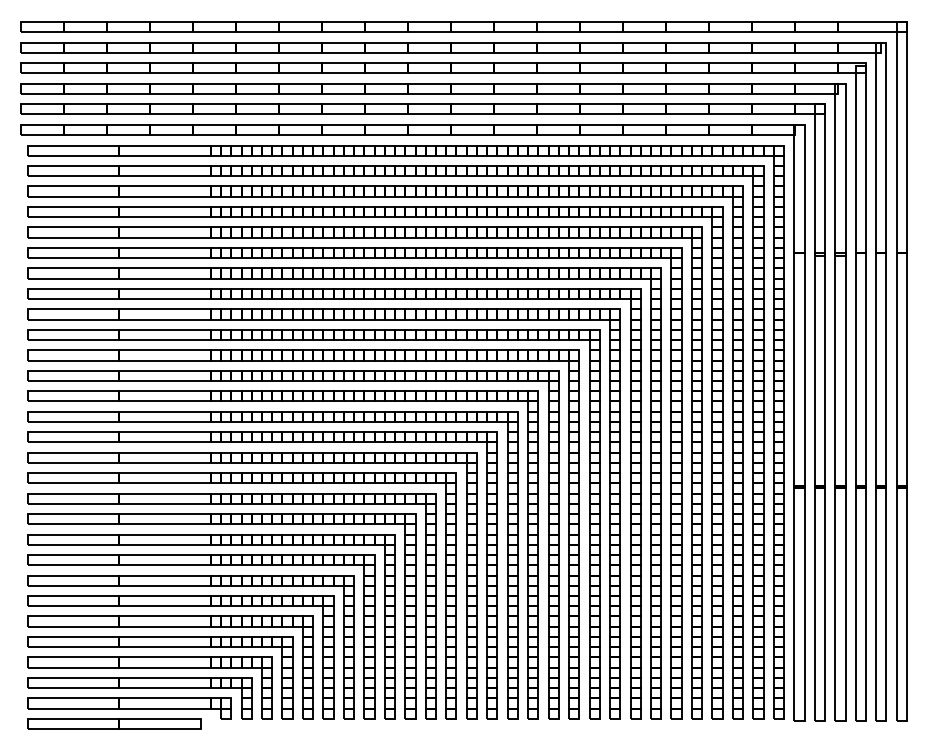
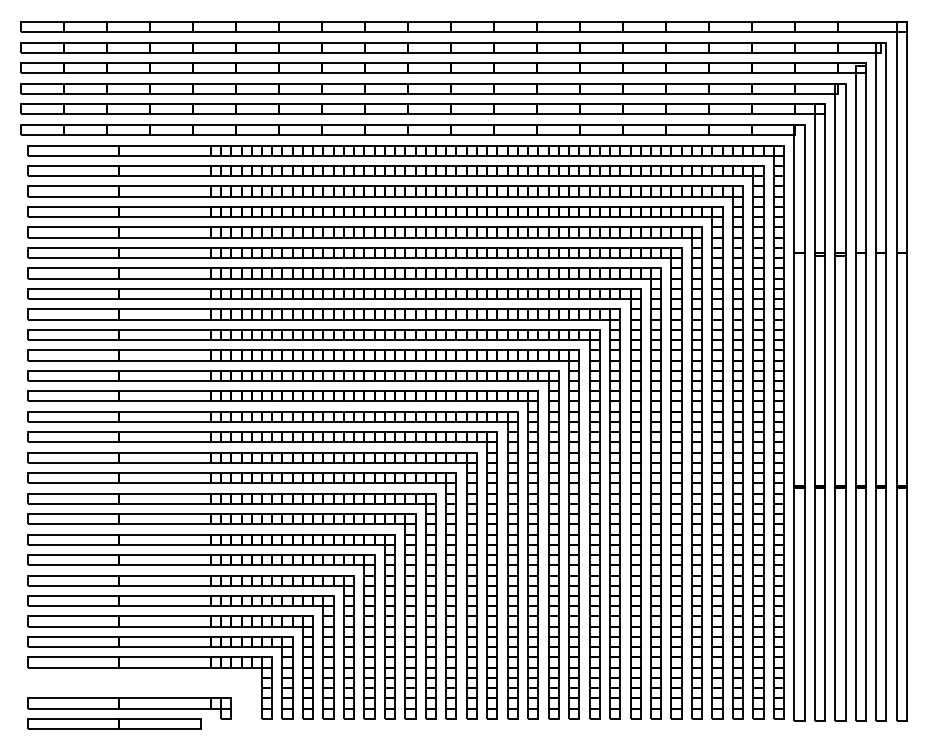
part at (139, 688): present -> none
